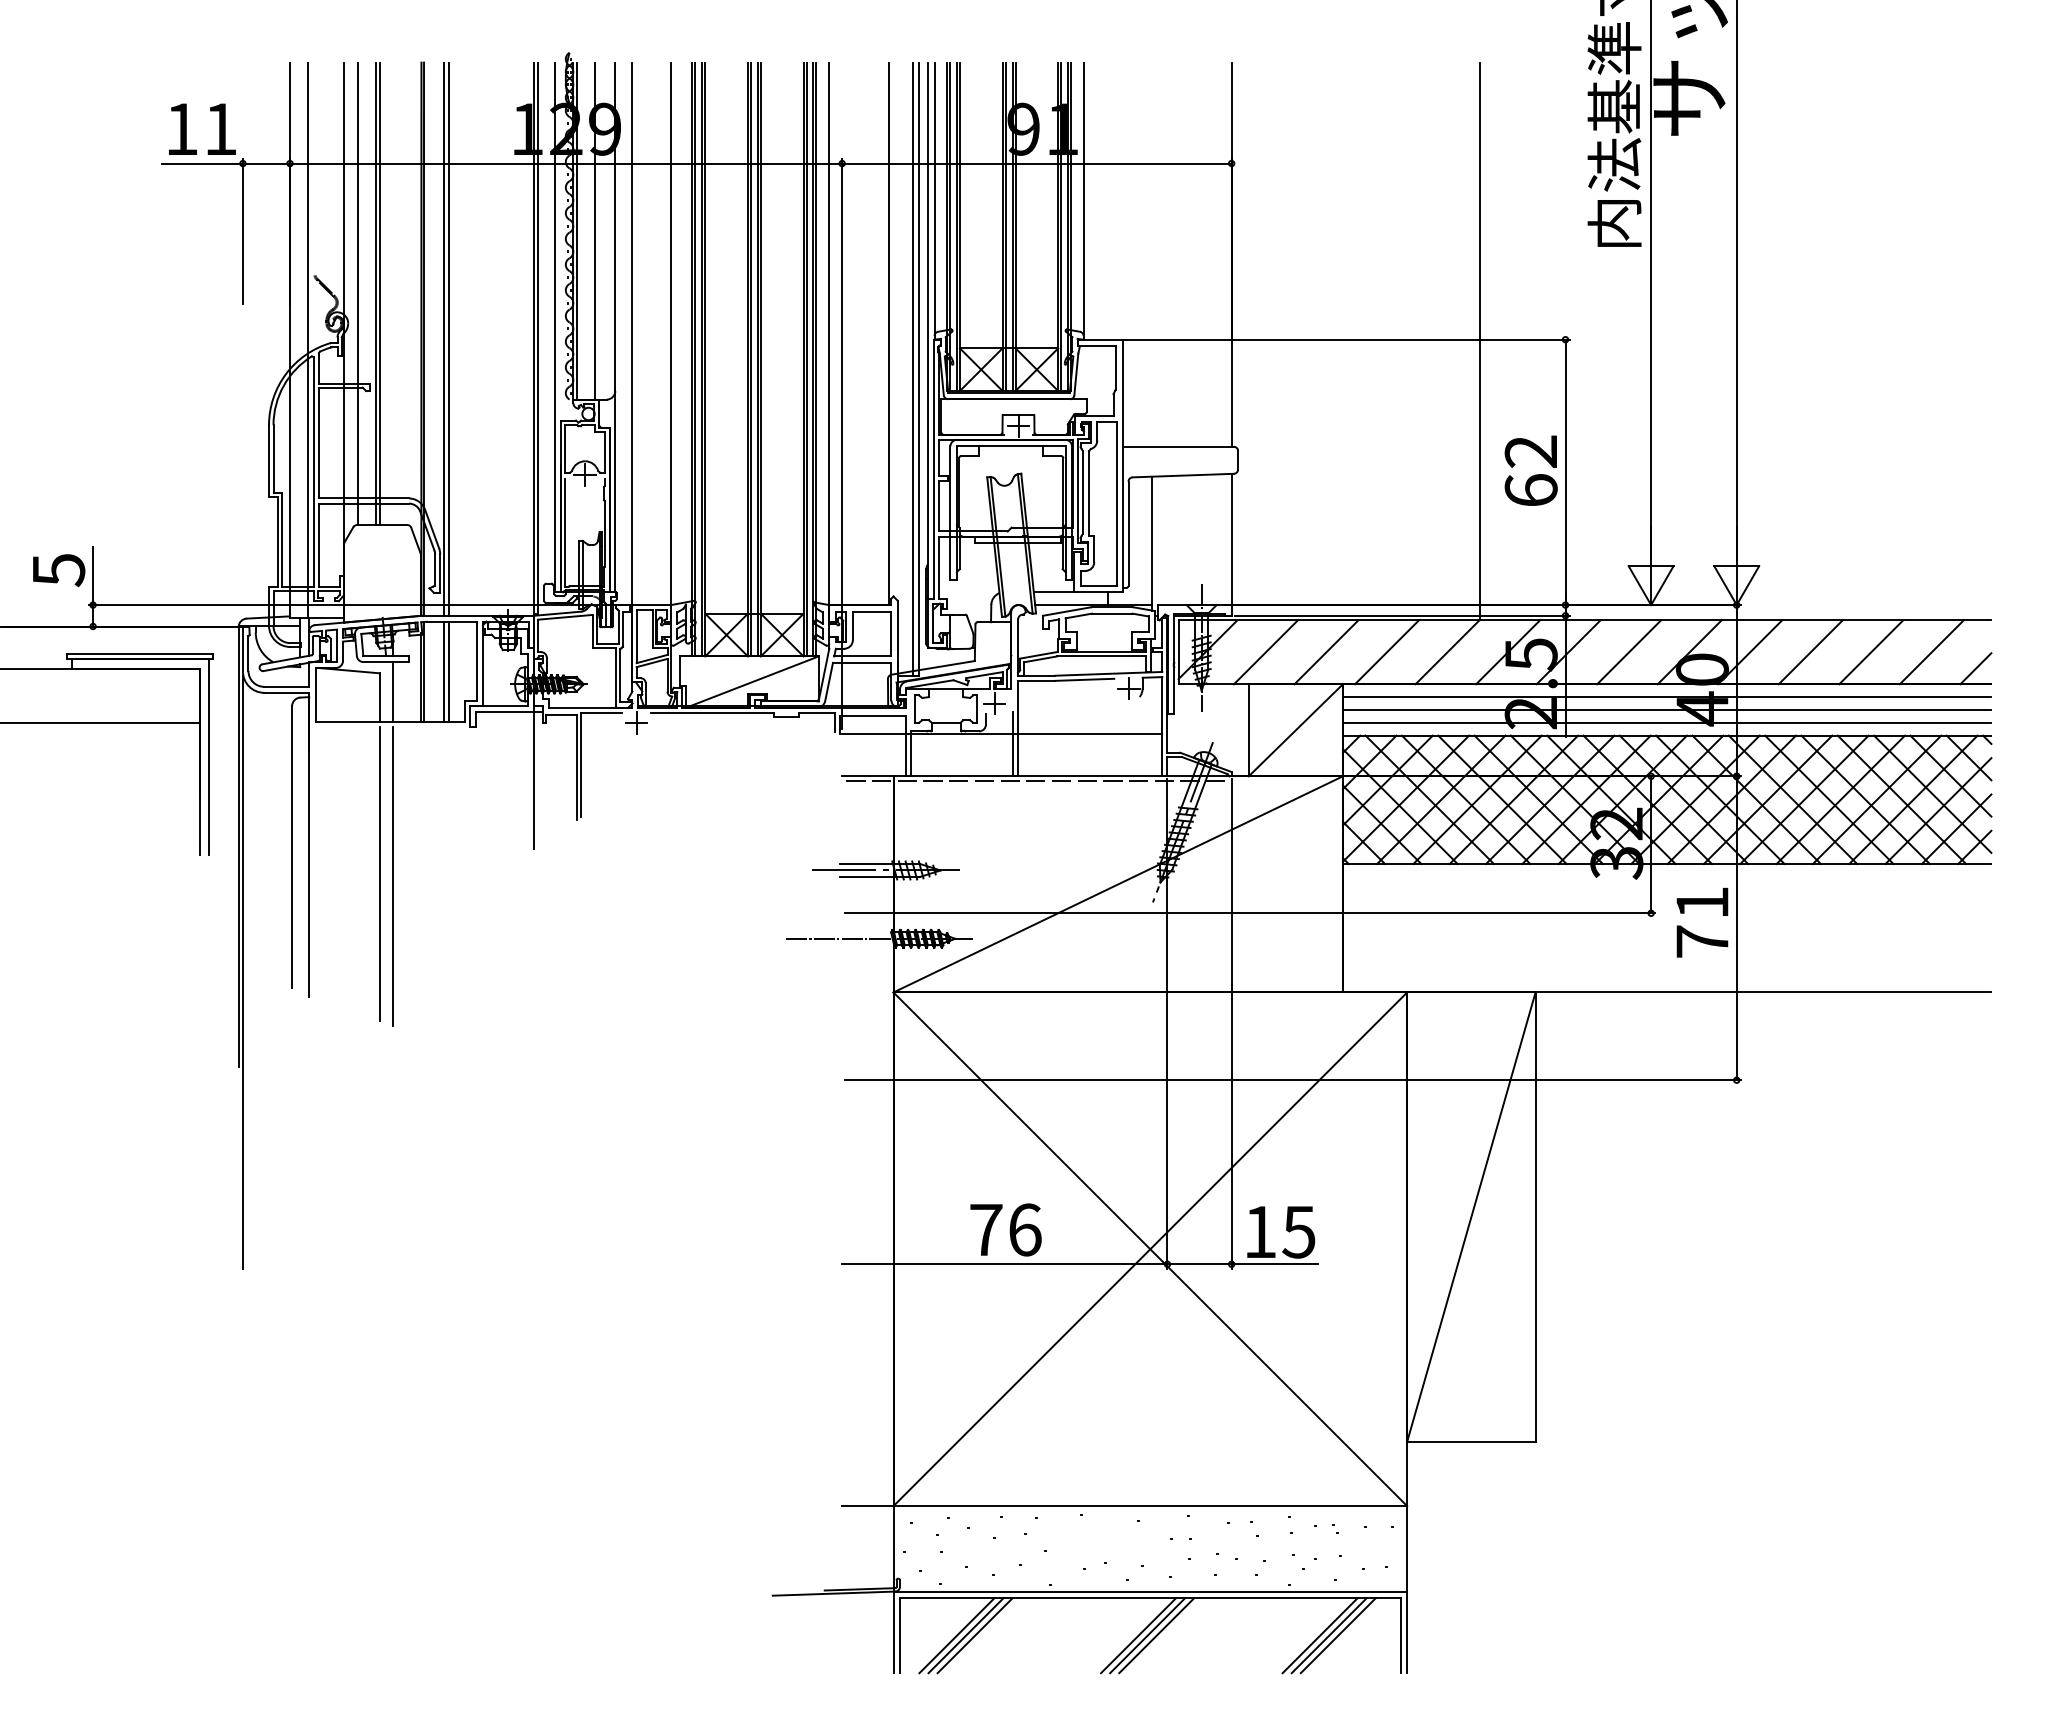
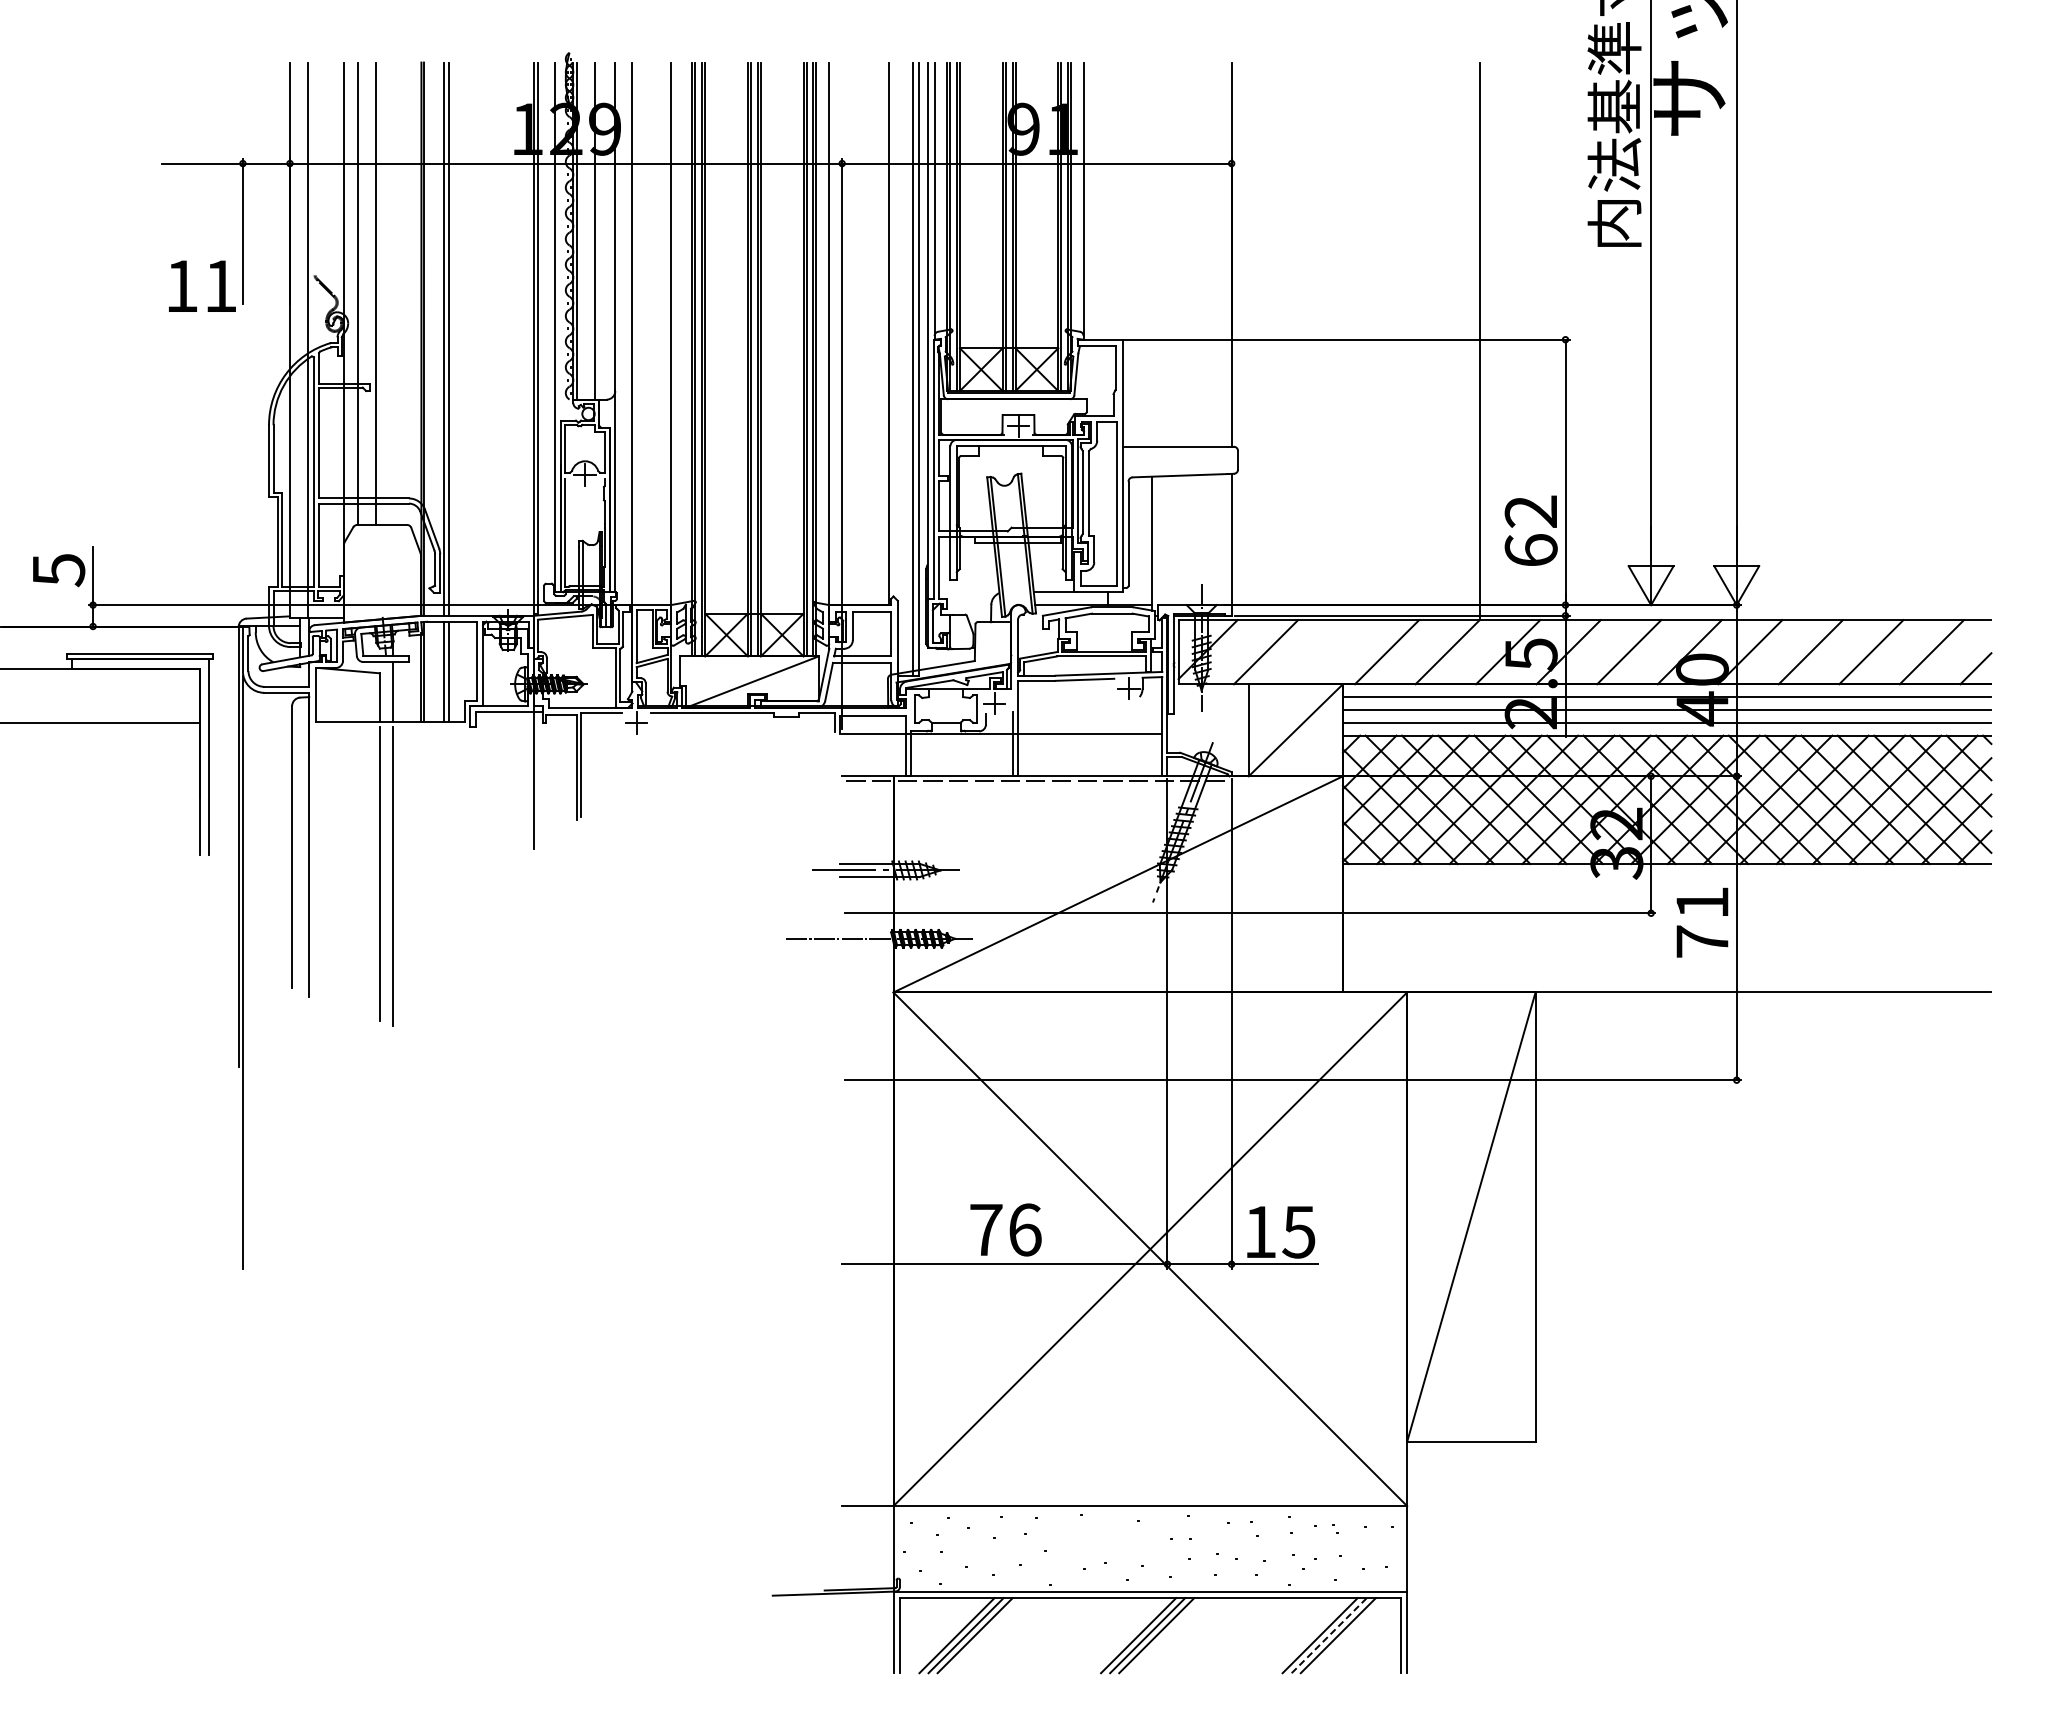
text at (202, 128) position: (202, 128) -> (202, 285)
line at (379, 293): present -> none
text at (1530, 470) position: (1530, 470) -> (1530, 530)
line at (1326, 652): present -> none
line at (1329, 1635): solid -> dashed
